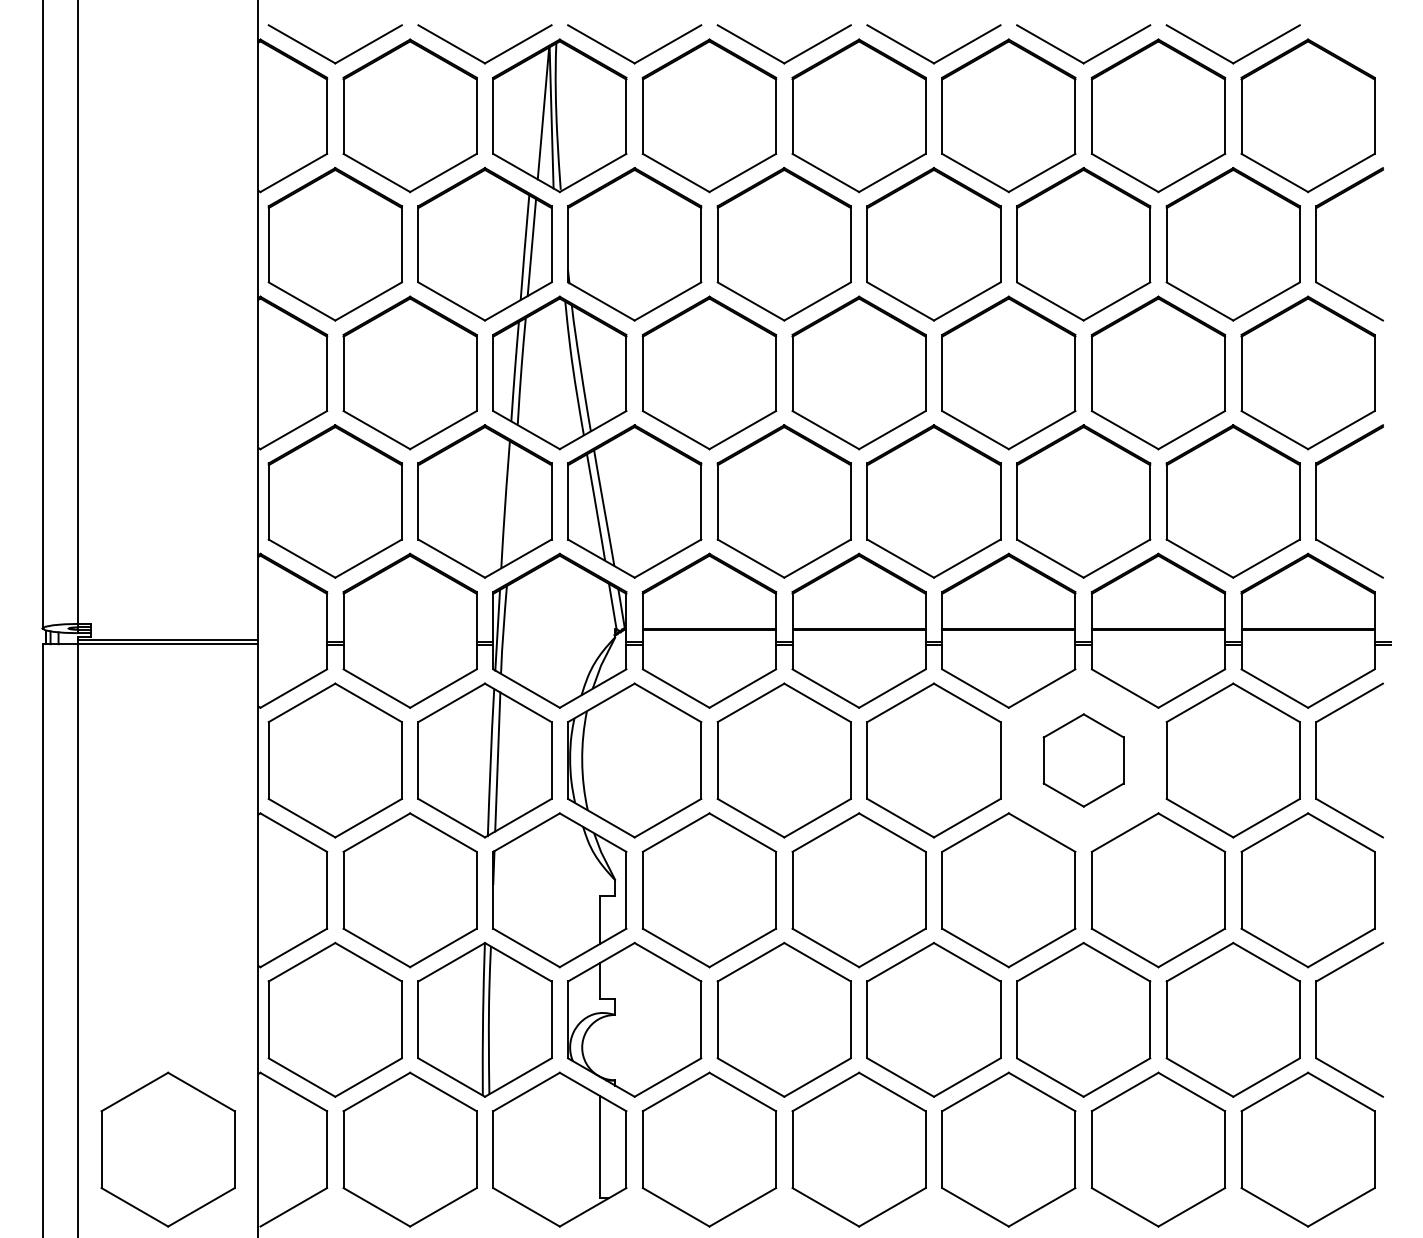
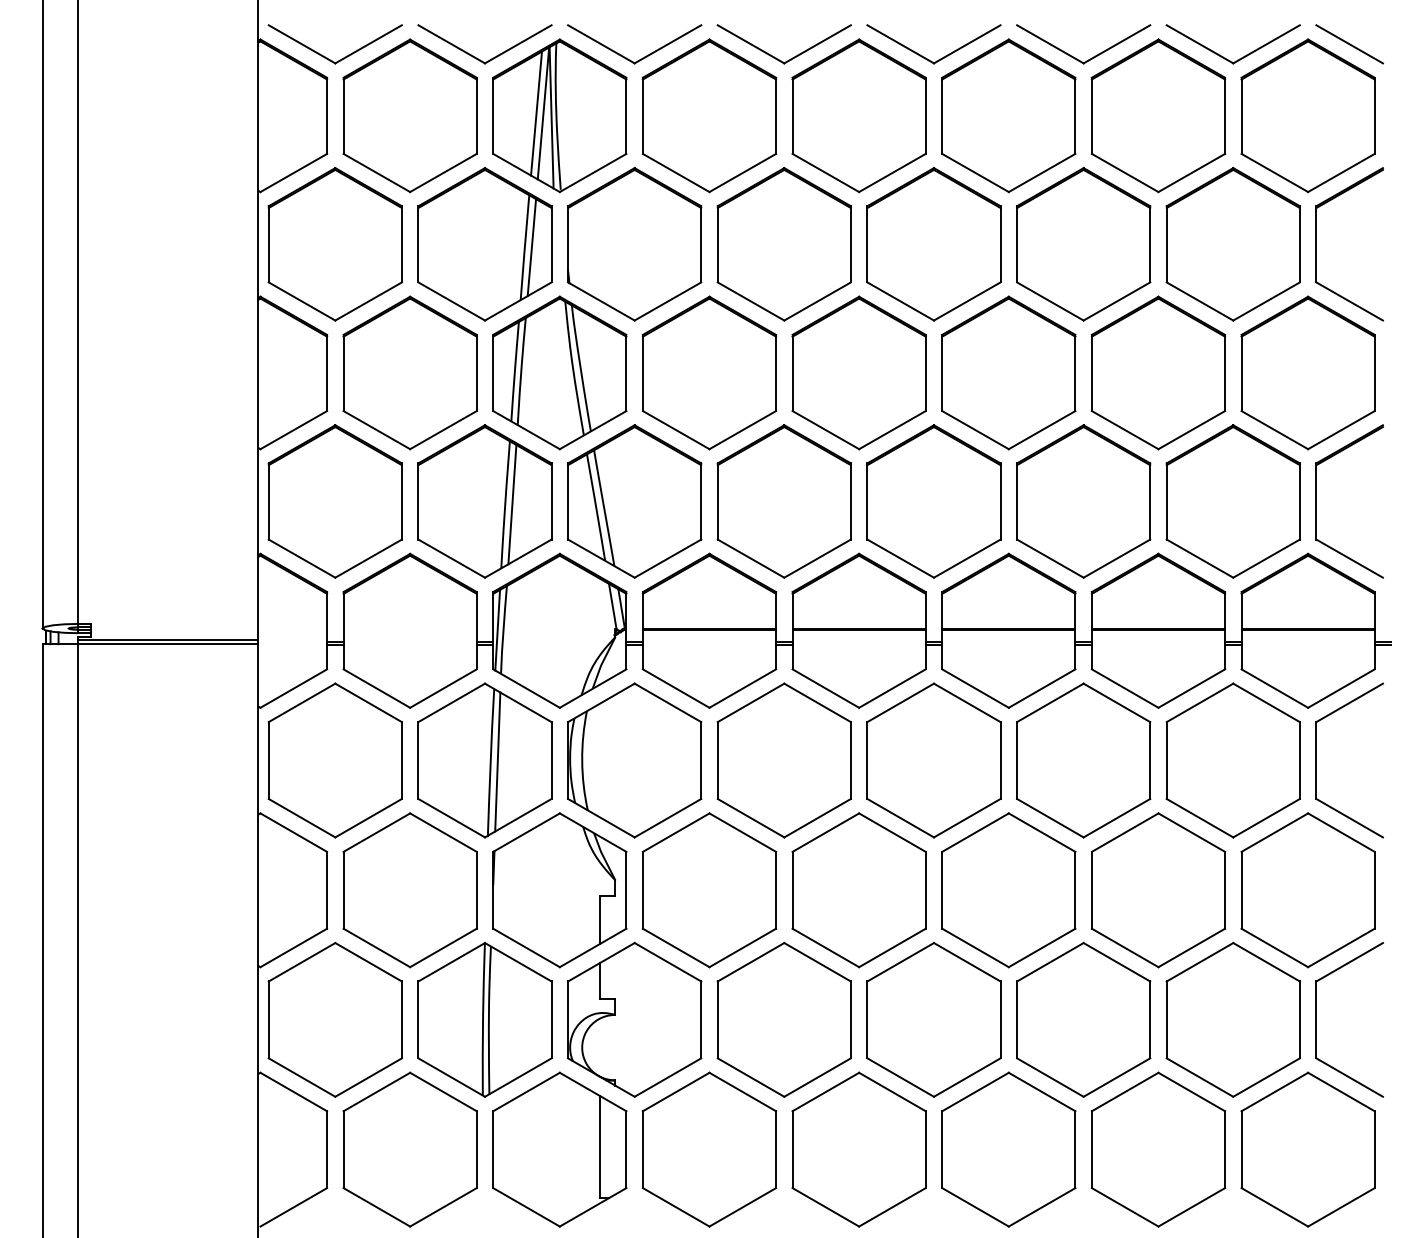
line at (1349, 44): none -> present
line at (536, 113): none -> present
line at (512, 504): none -> present
part at (1083, 760) size: 83x95 px -> 136x157 px
part at (167, 1149): present -> none
